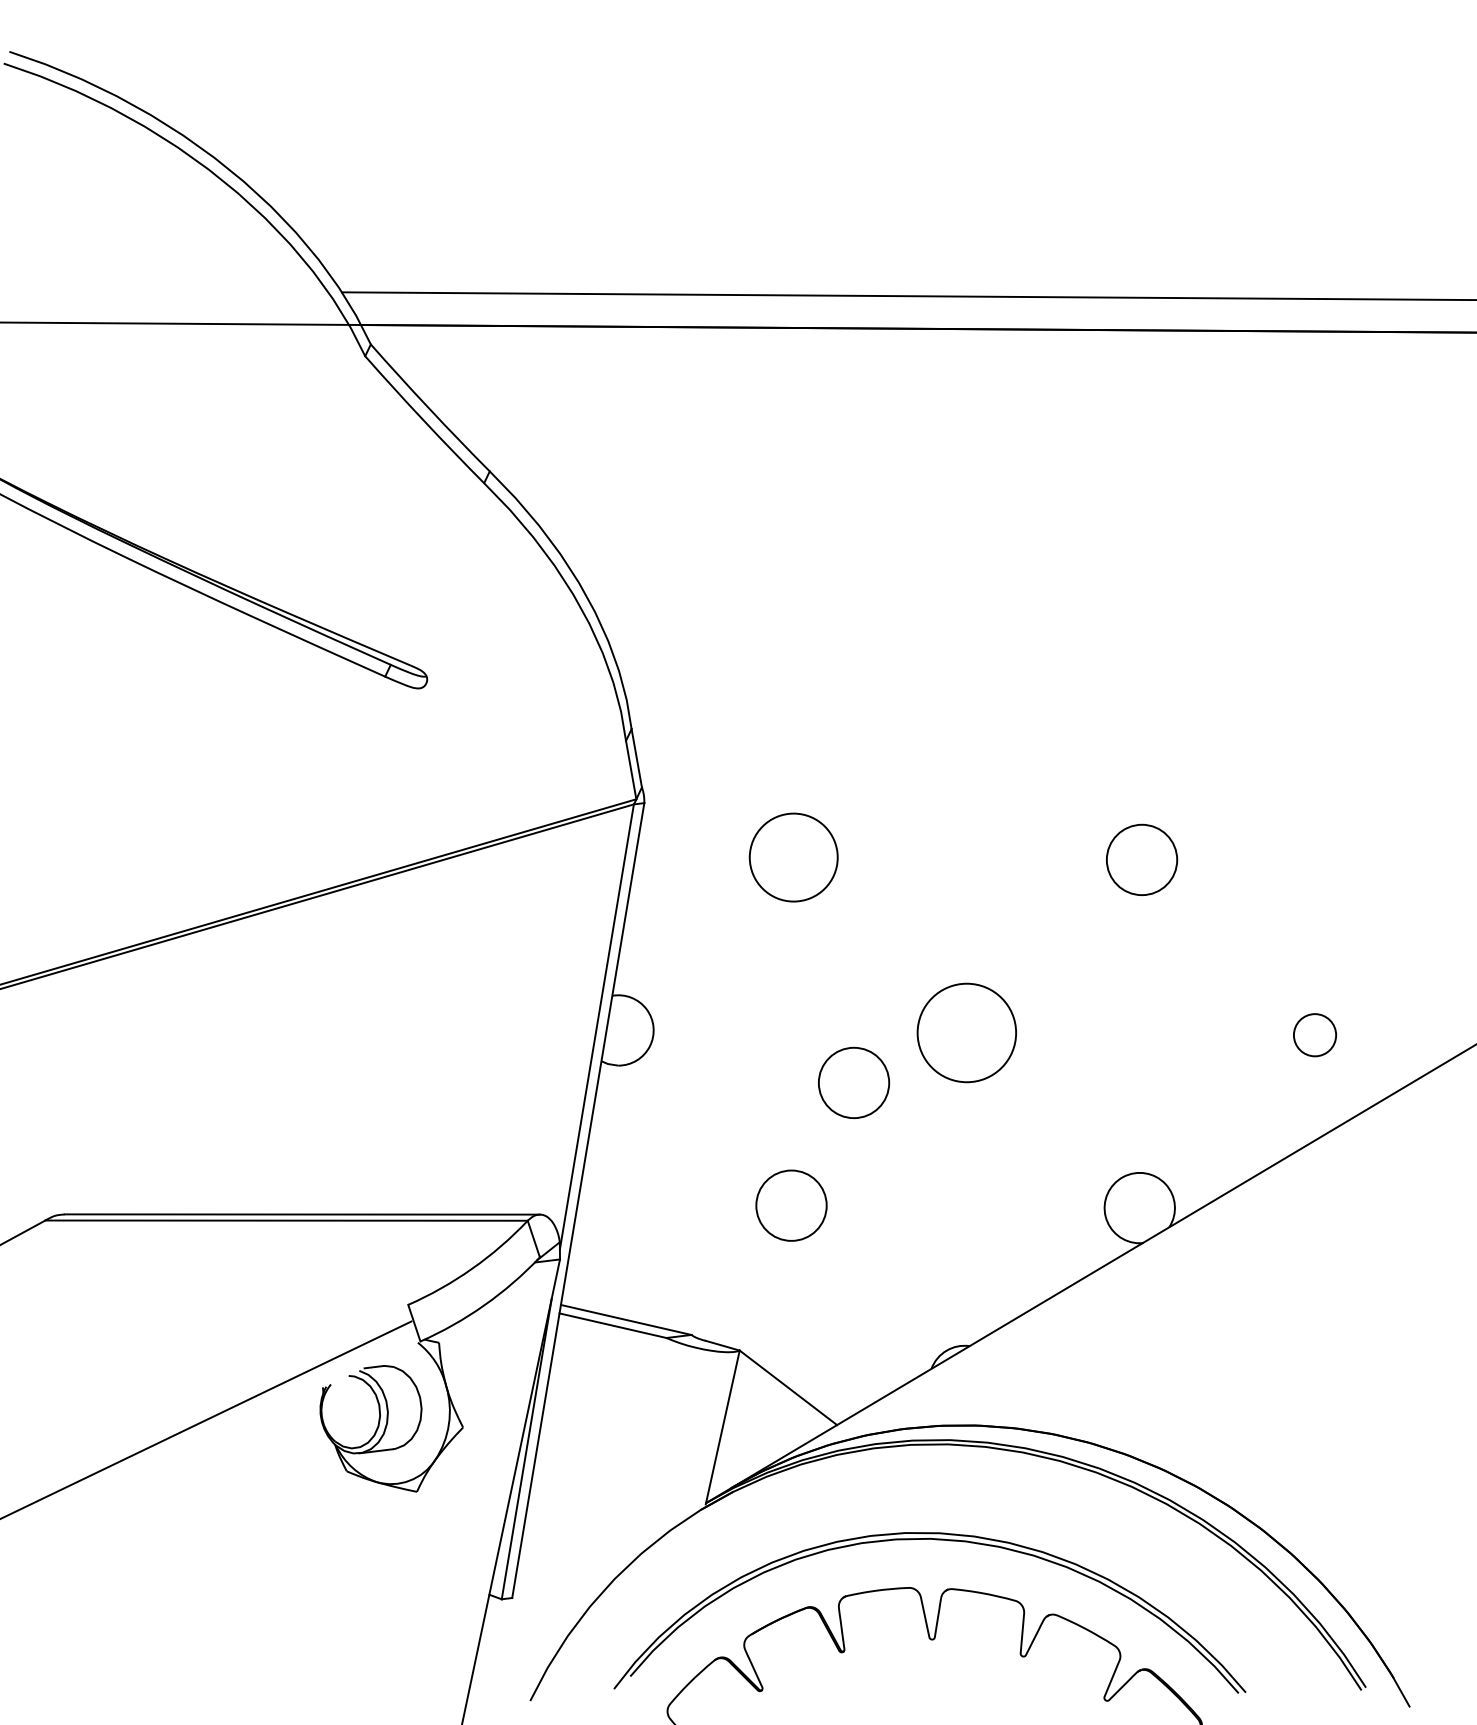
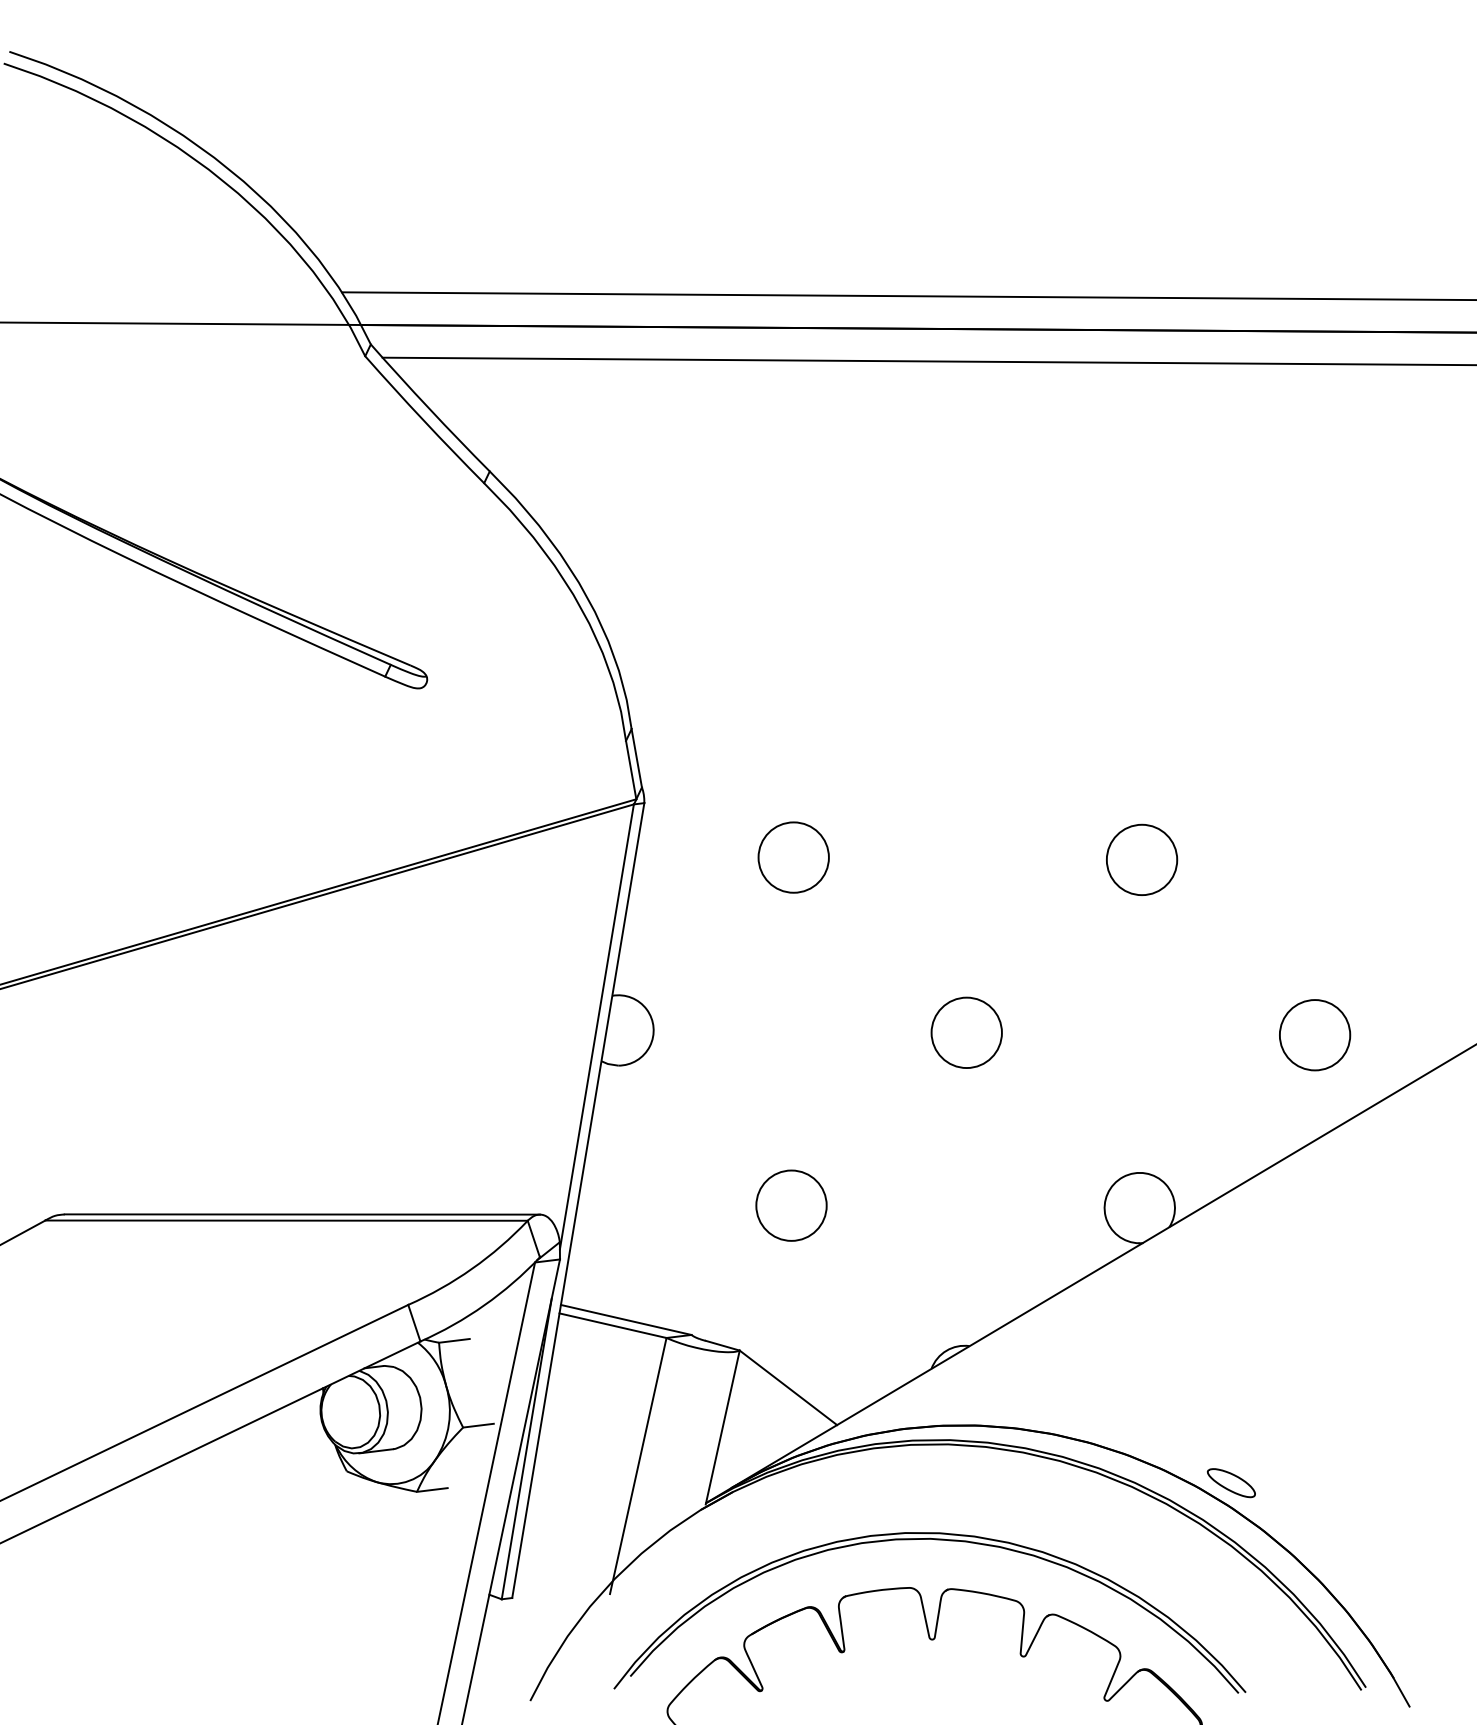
line at (927, 361): none -> present
circle at (793, 857) diameter: 88 px -> 70 px
circle at (966, 1032) size: 101x102 px -> 73x73 px
circle at (1314, 1035) diameter: 42 px -> 70 px
circle at (854, 1082): present -> none
line at (454, 1340): none -> present
line at (205, 1402): none -> present
line at (206, 1419) position: (206, 1419) -> (211, 1441)
line at (478, 1425): none -> present
line at (638, 1466): none -> present
part at (1230, 1483): none -> present
line at (432, 1489): none -> present
line at (486, 1491): none -> present
